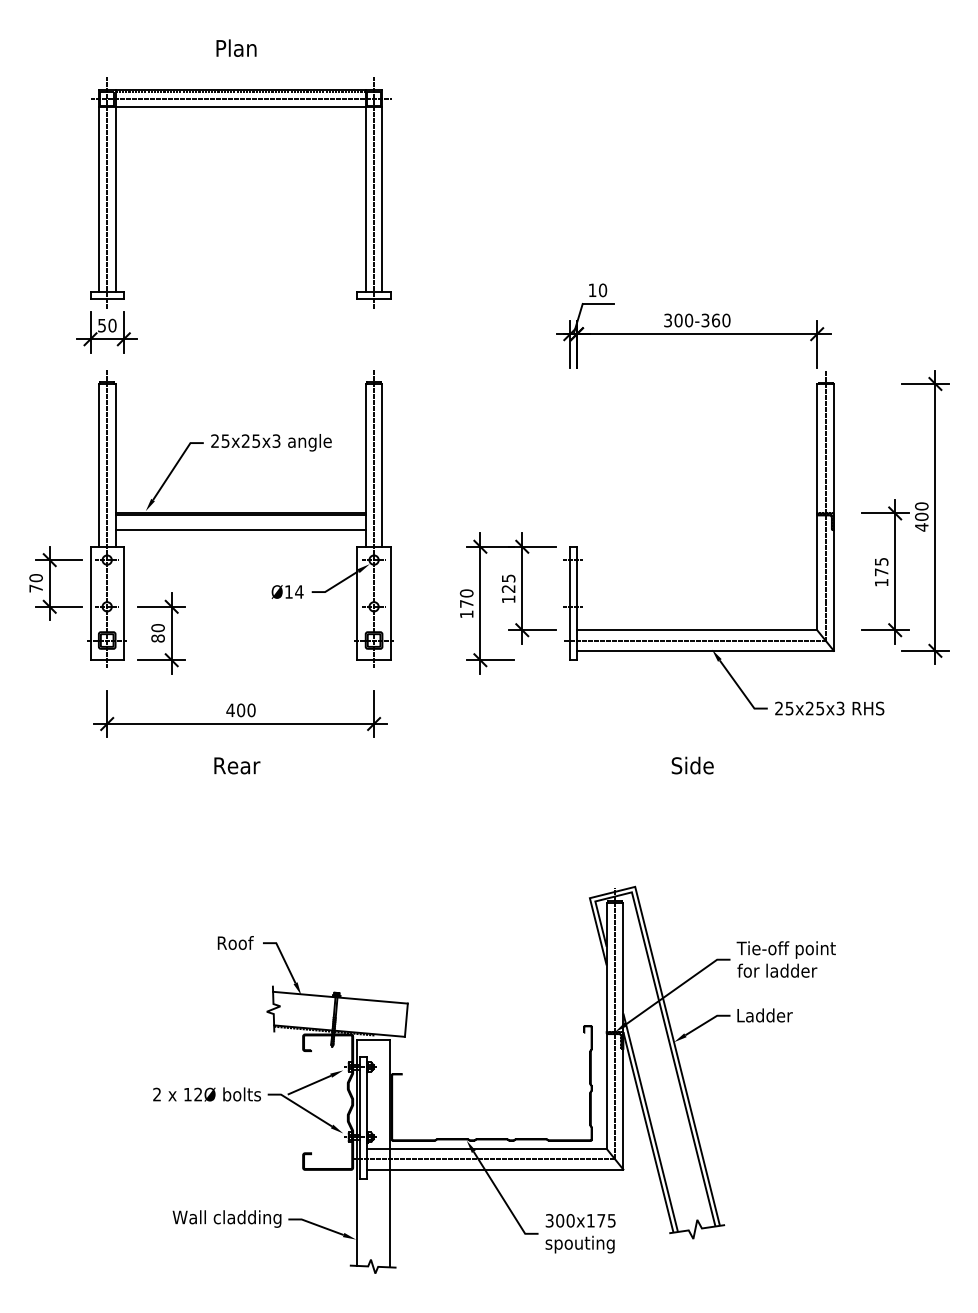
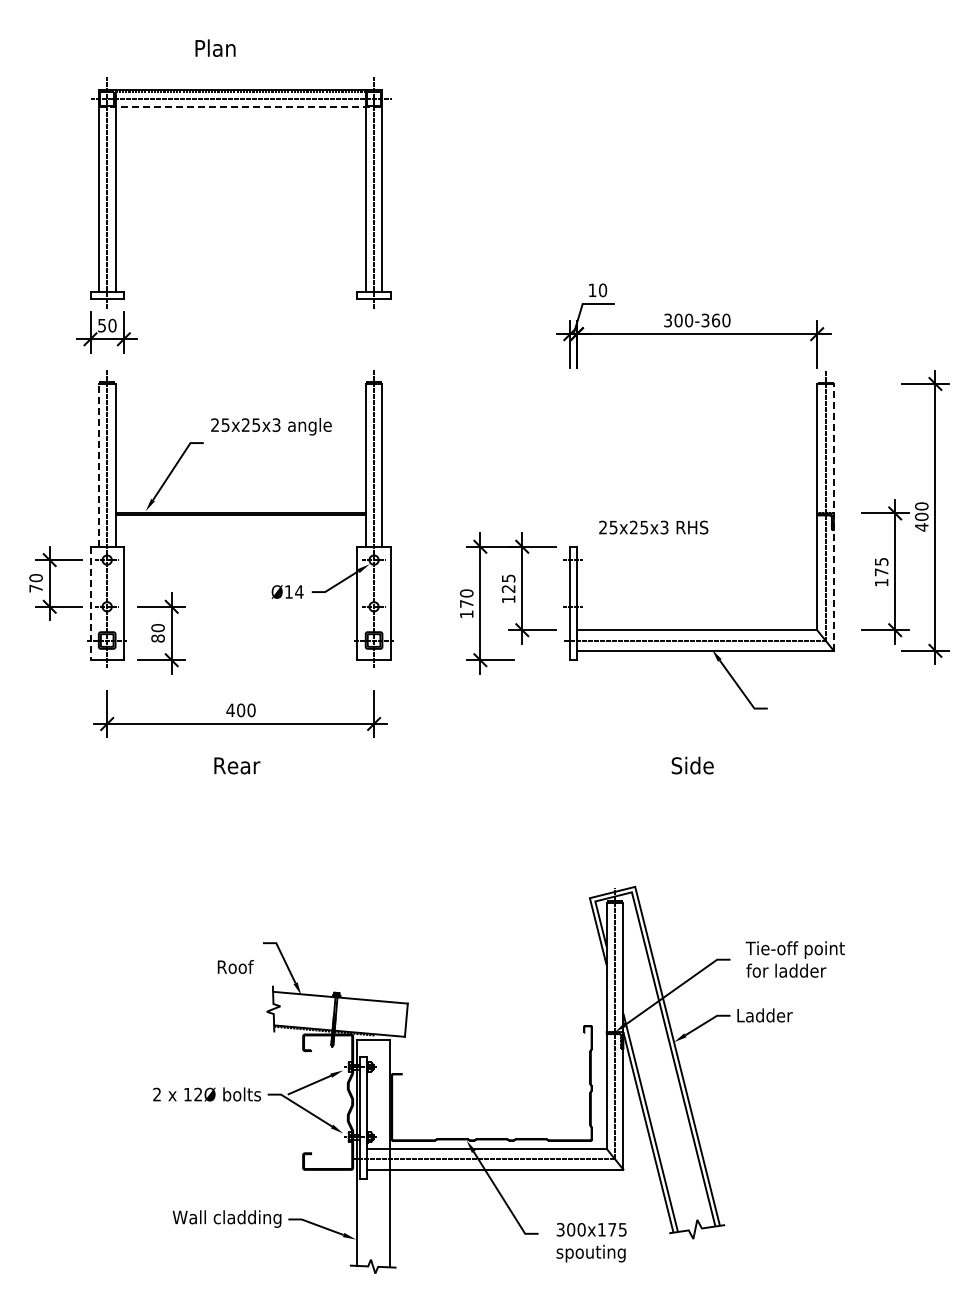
text at (236, 47) position: (236, 47) -> (215, 47)
line at (240, 107): solid -> dashed
text at (271, 442) position: (271, 442) -> (271, 426)
line at (98, 465): solid -> dashed
line at (833, 516): solid -> dashed
line at (240, 529): present -> none
line at (90, 603): solid -> dashed
text at (829, 708) position: (829, 708) -> (653, 527)
text at (235, 942) position: (235, 942) -> (235, 966)
text at (785, 959) position: (785, 959) -> (794, 959)
text at (580, 1233) position: (580, 1233) -> (591, 1242)
